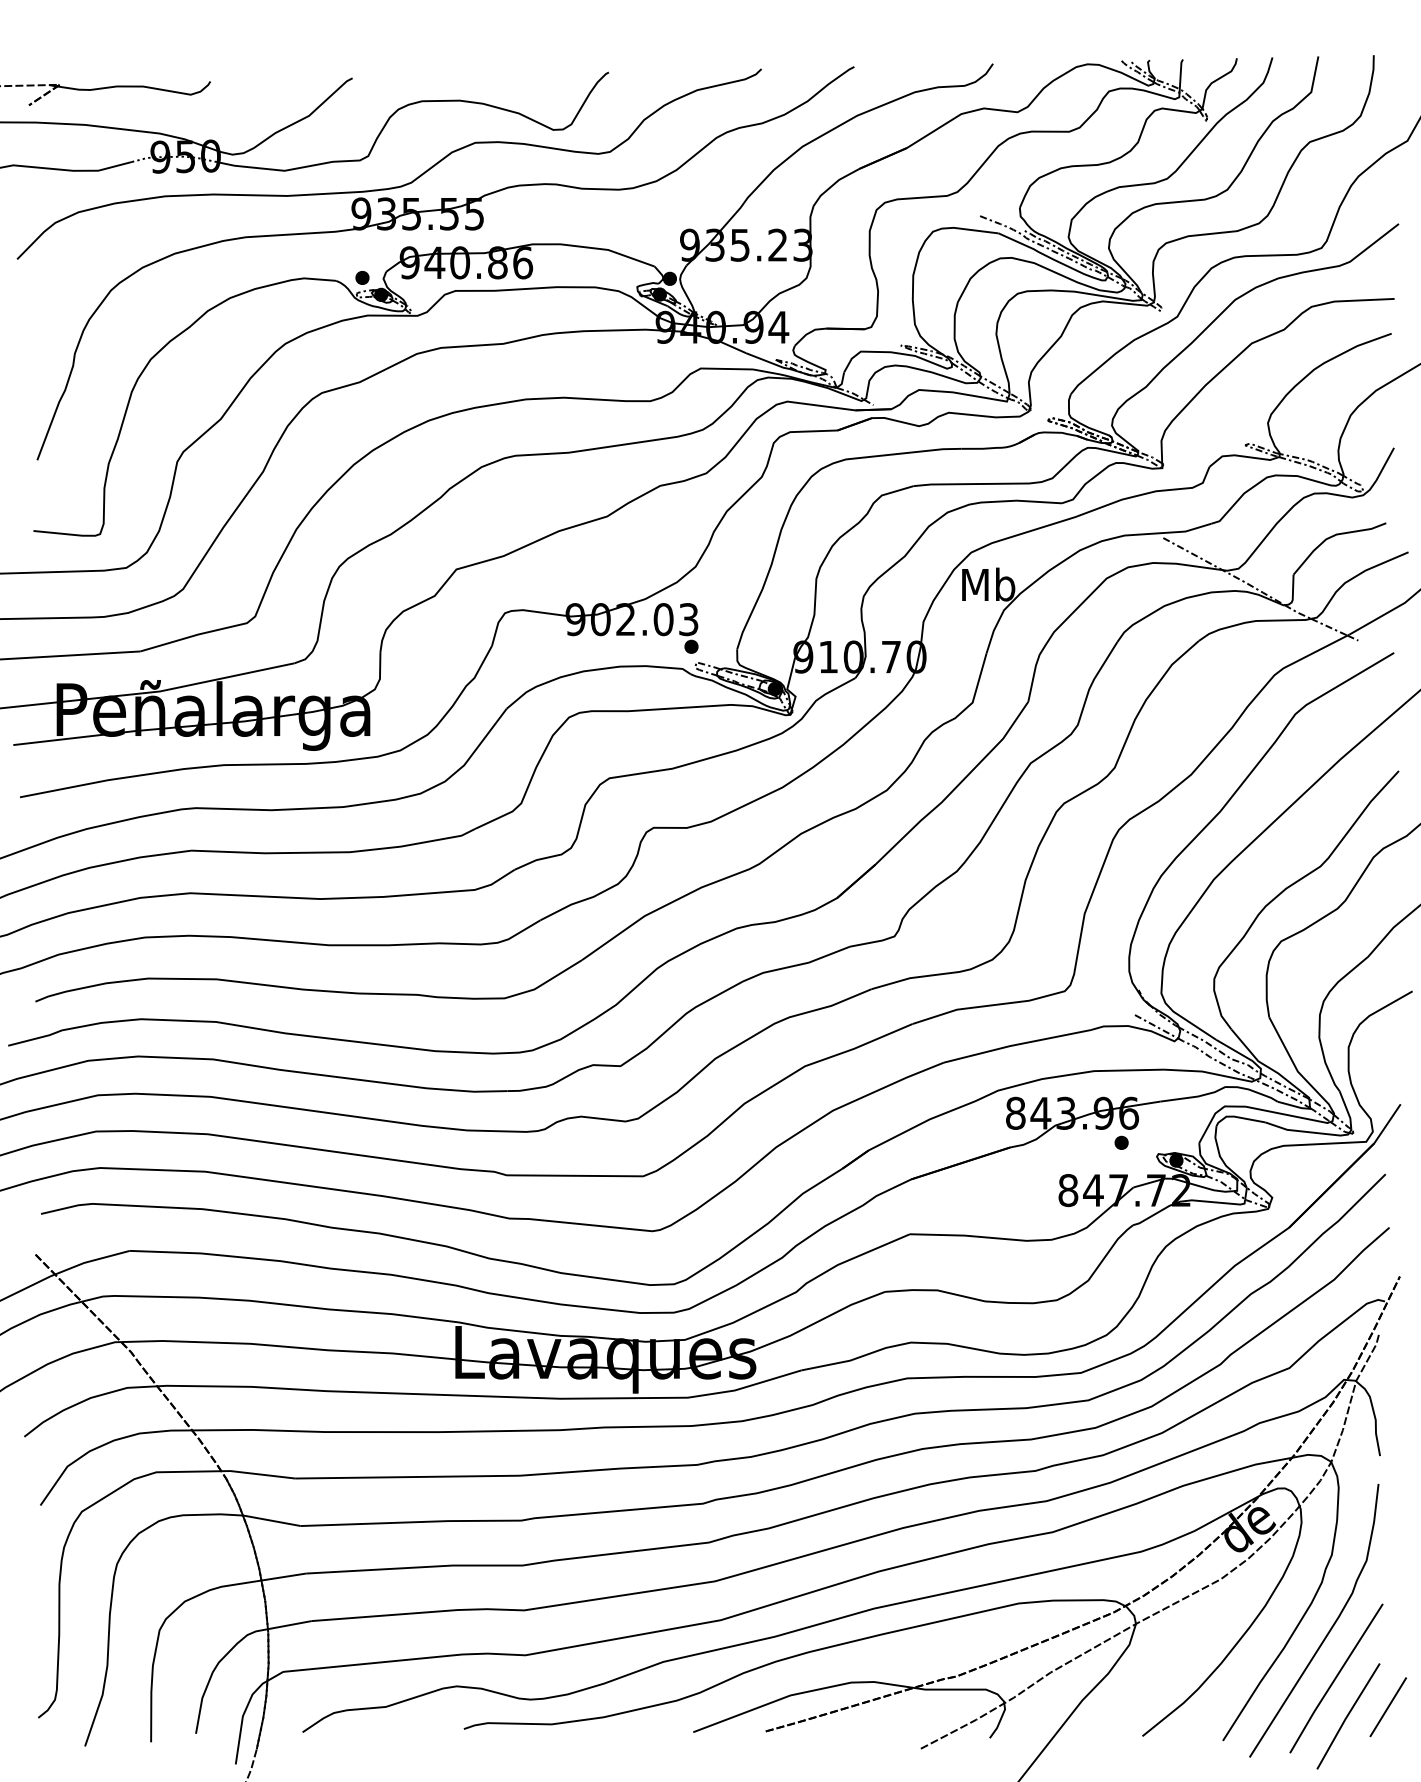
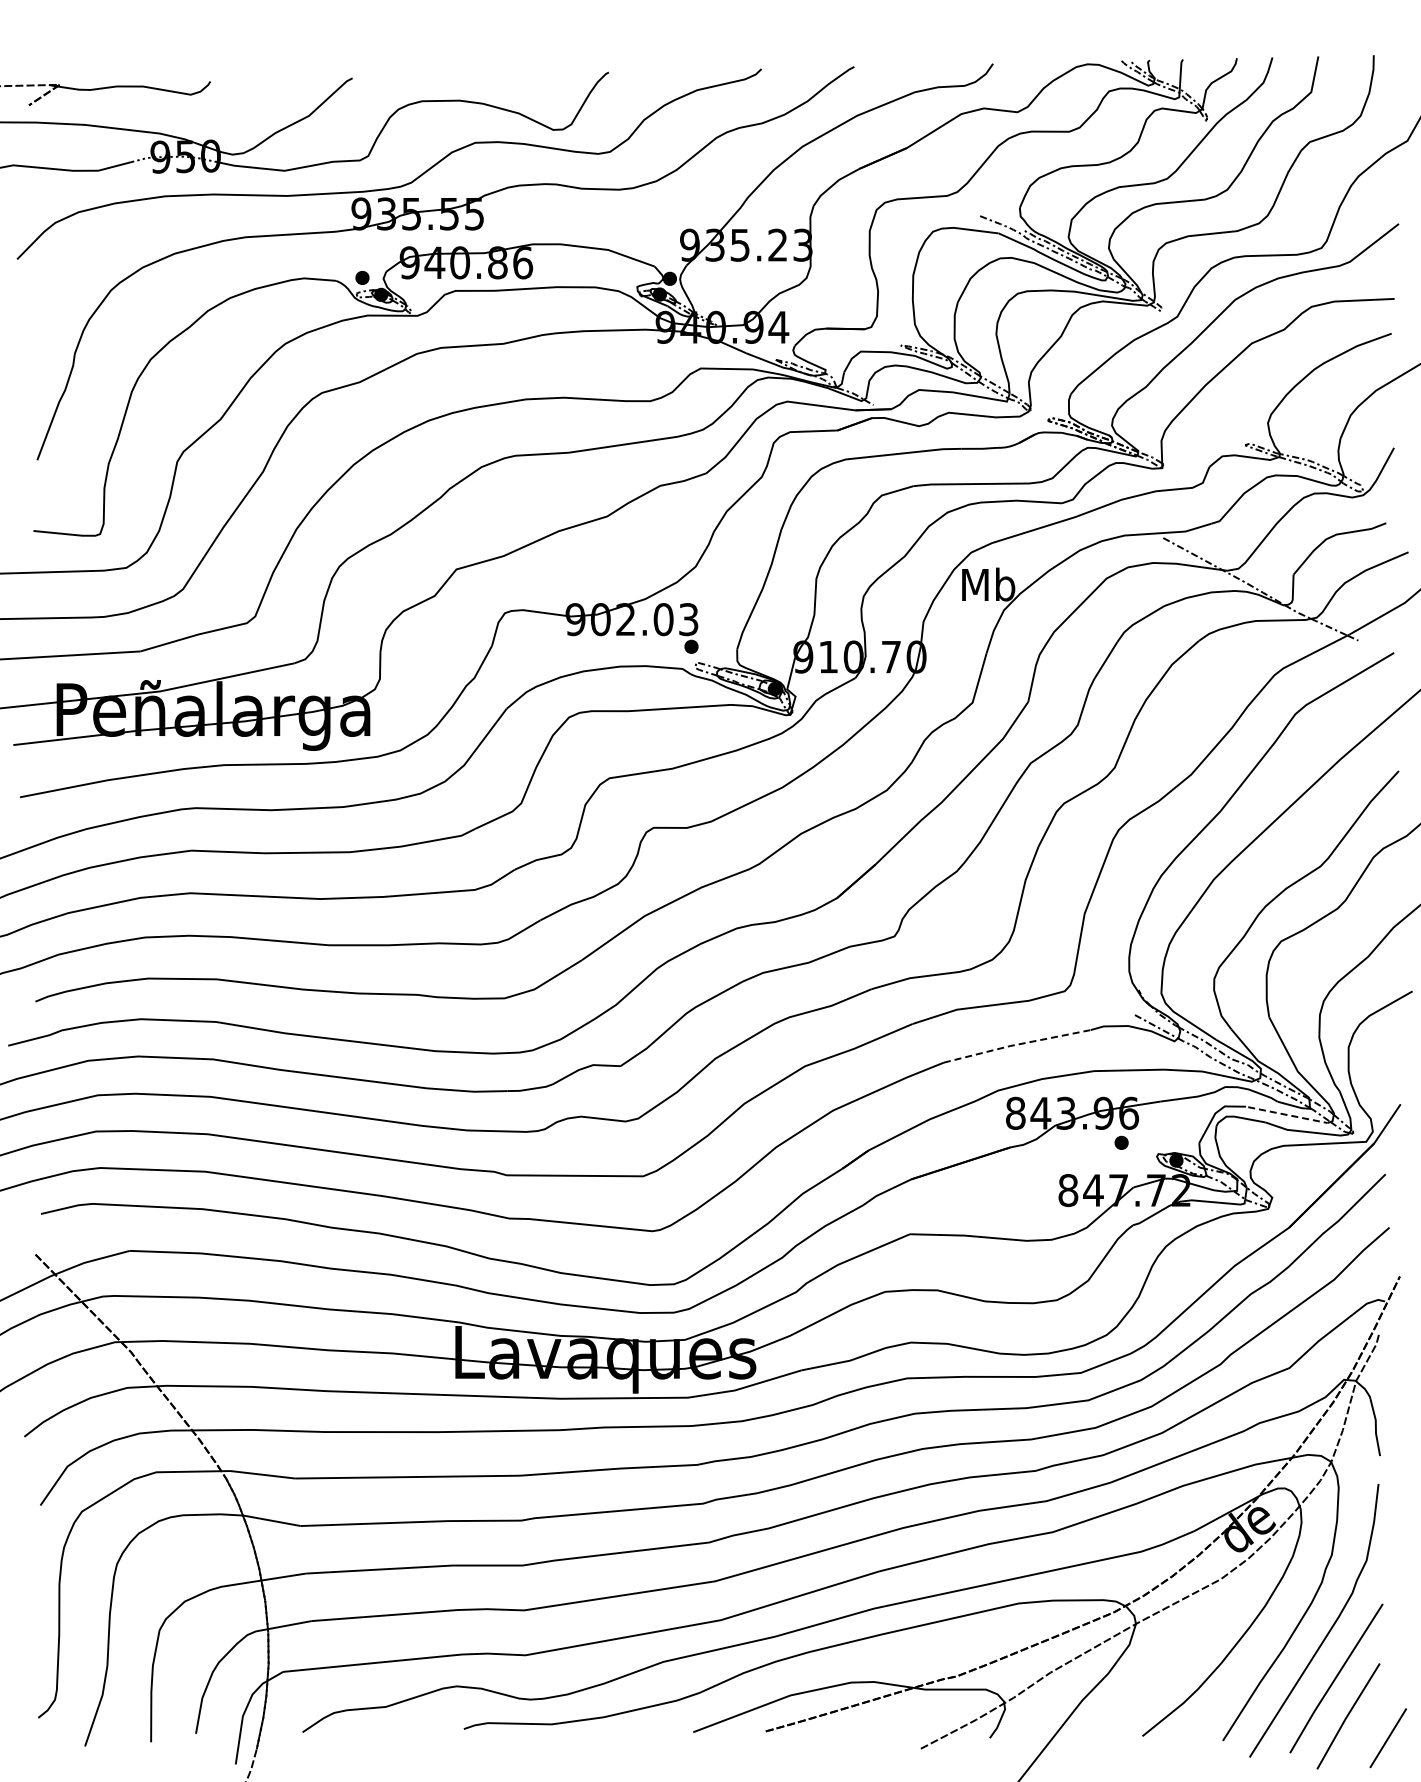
line at (1016, 1044): solid -> dashed
line at (1288, 1115): solid -> dashed
line at (1387, 1707) position: (1387, 1707) -> (1387, 1738)
